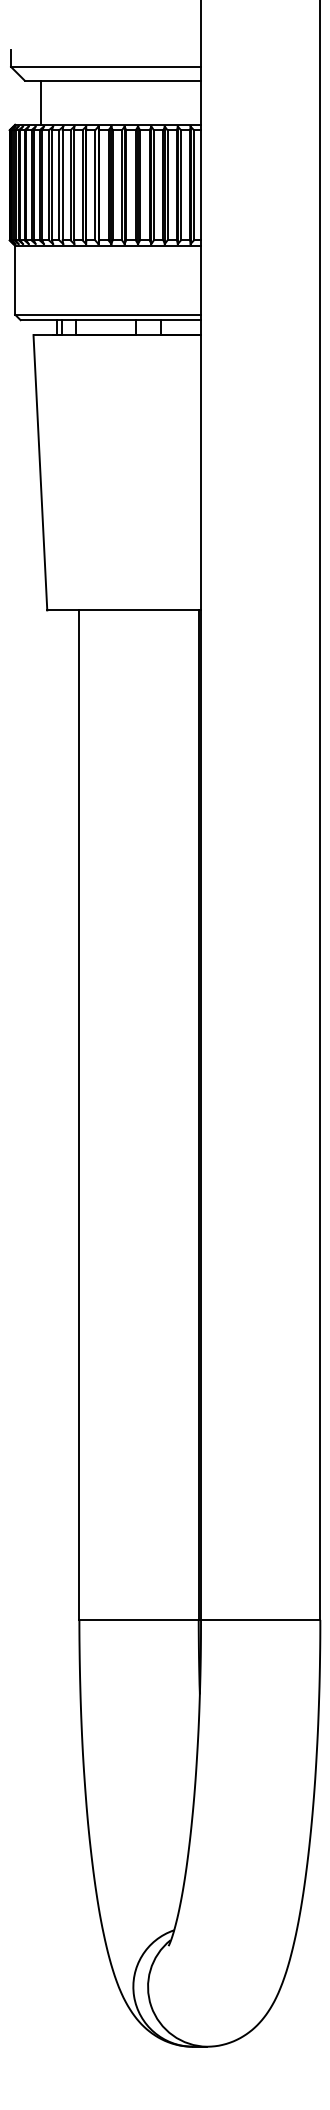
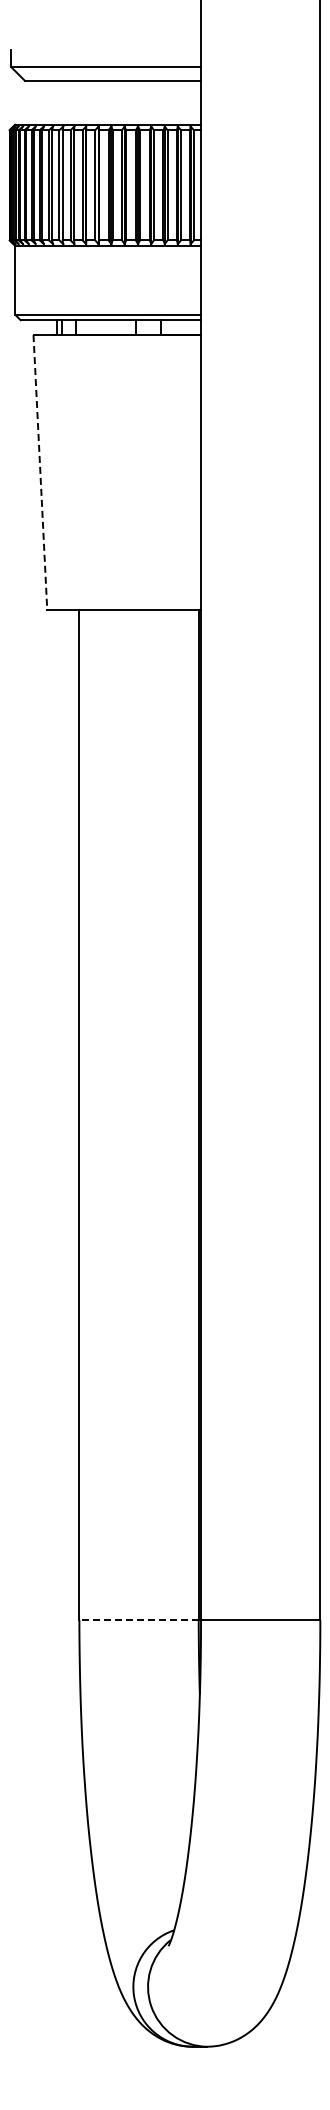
line at (40, 102): present -> none
line at (40, 472): solid -> dashed
line at (139, 1619): solid -> dashed
